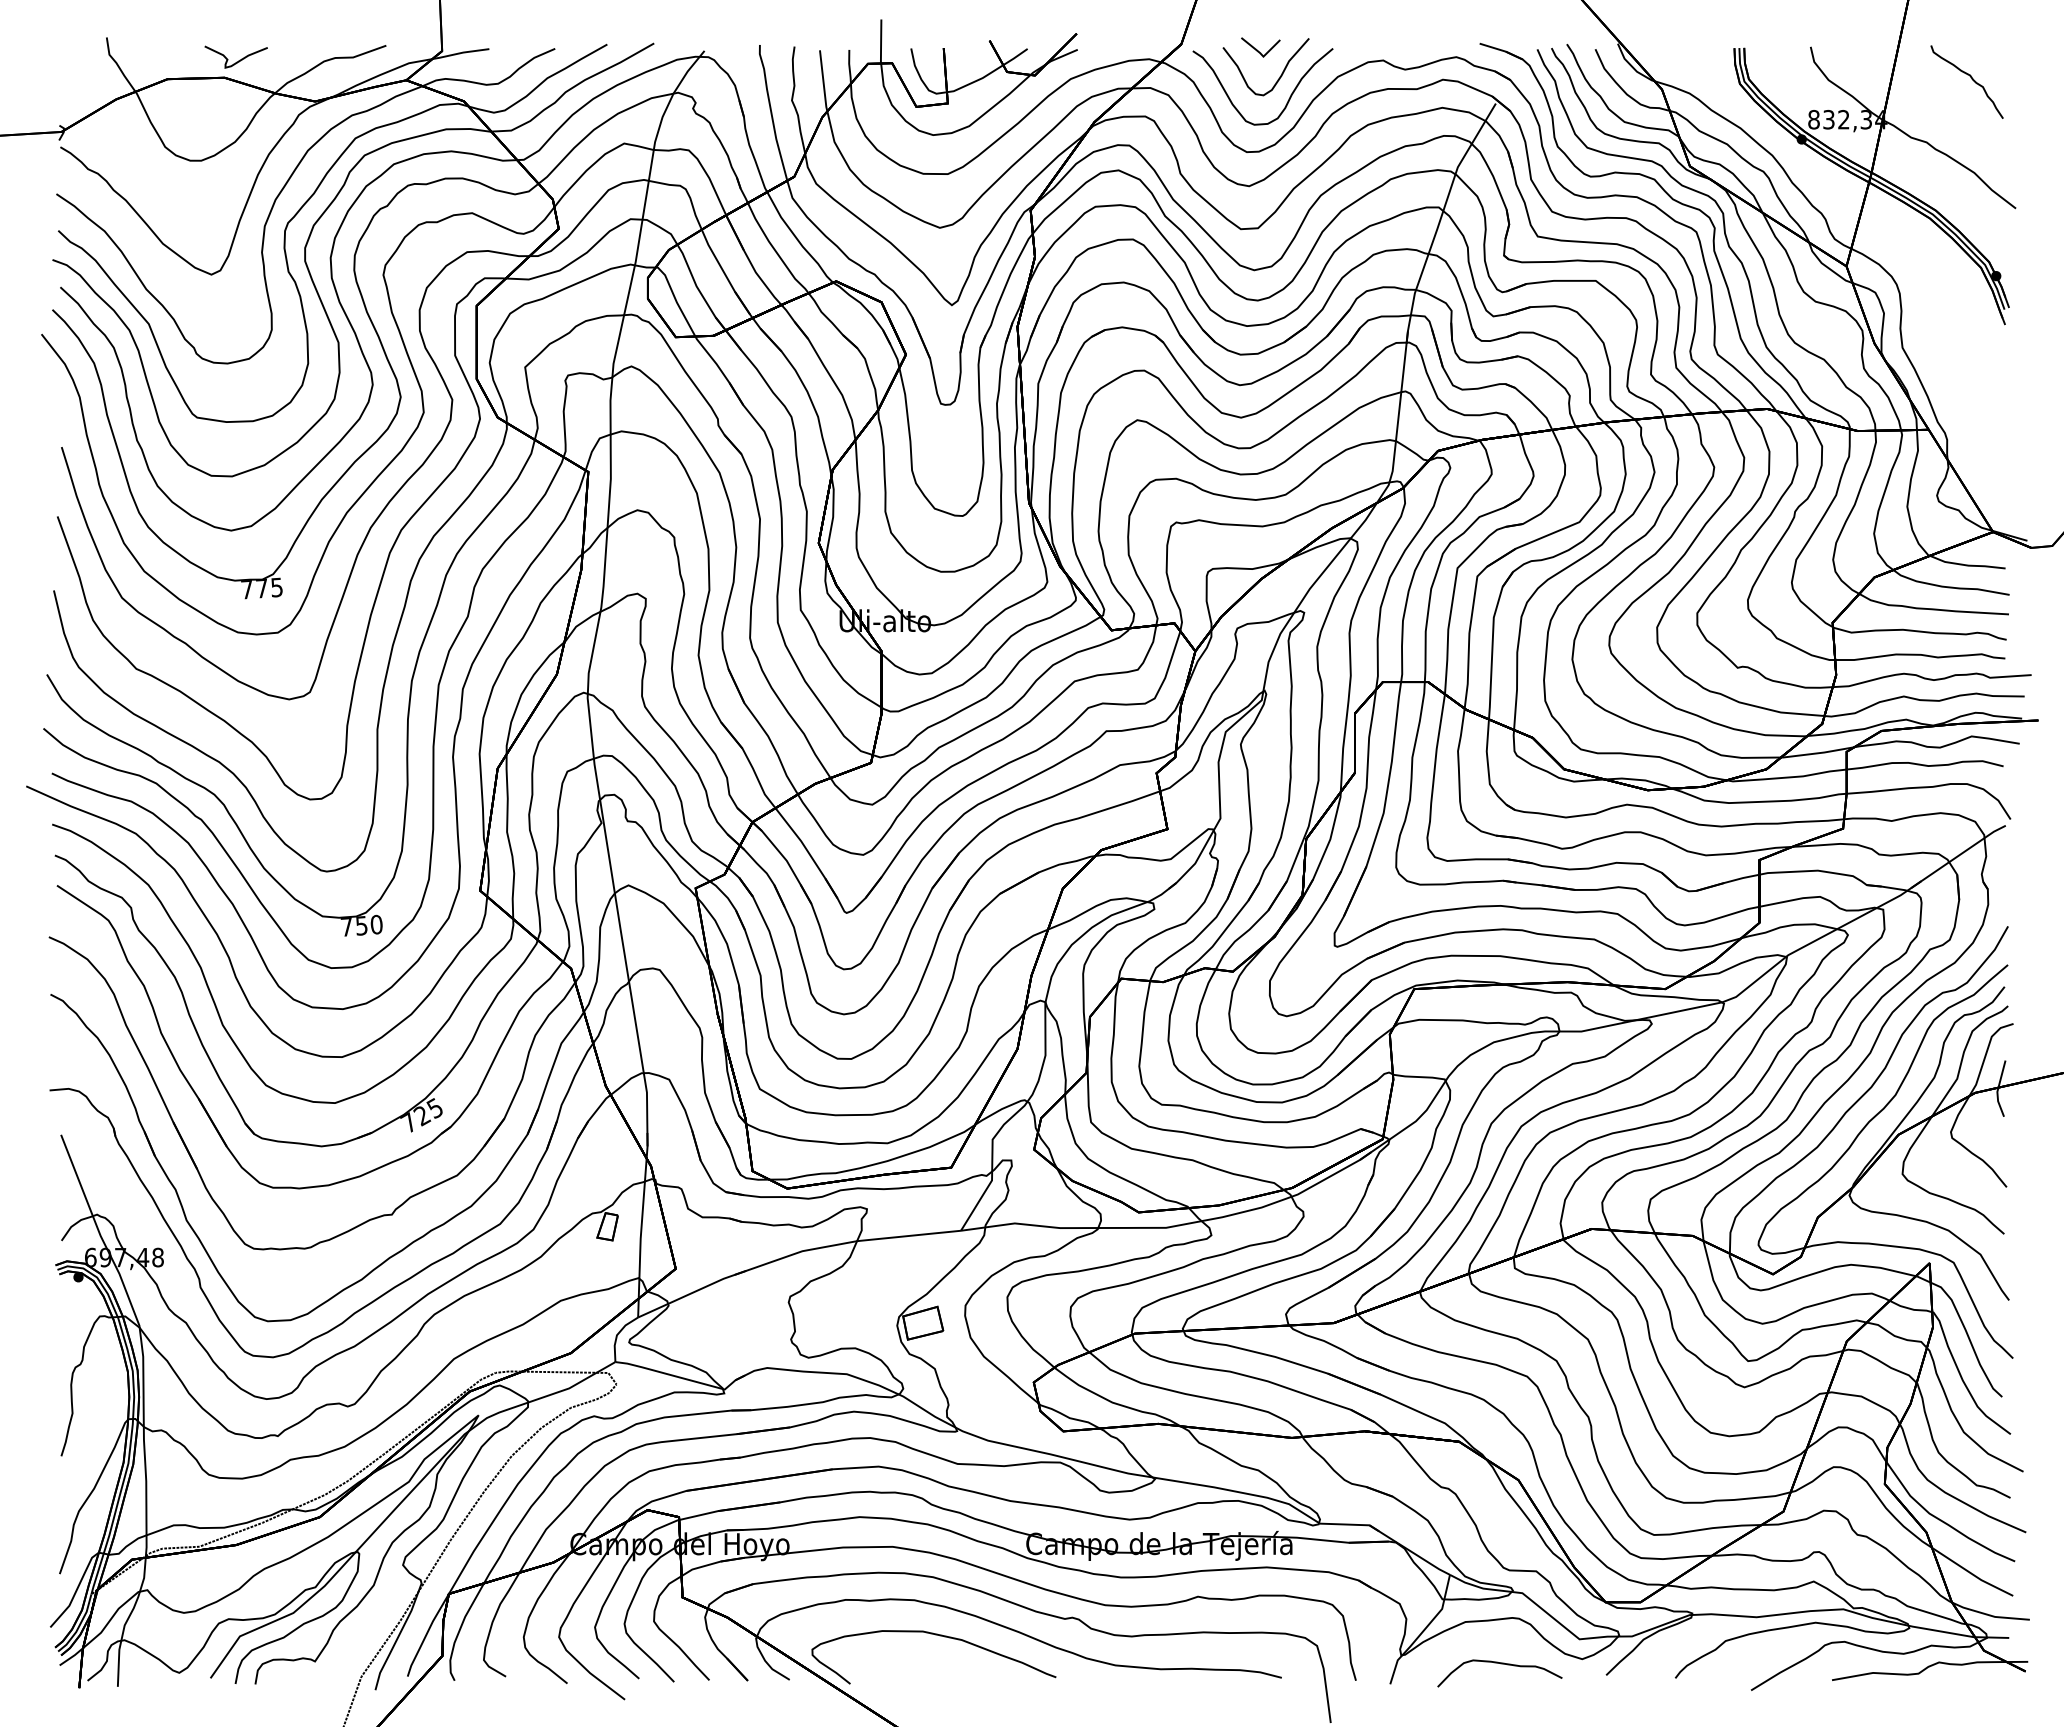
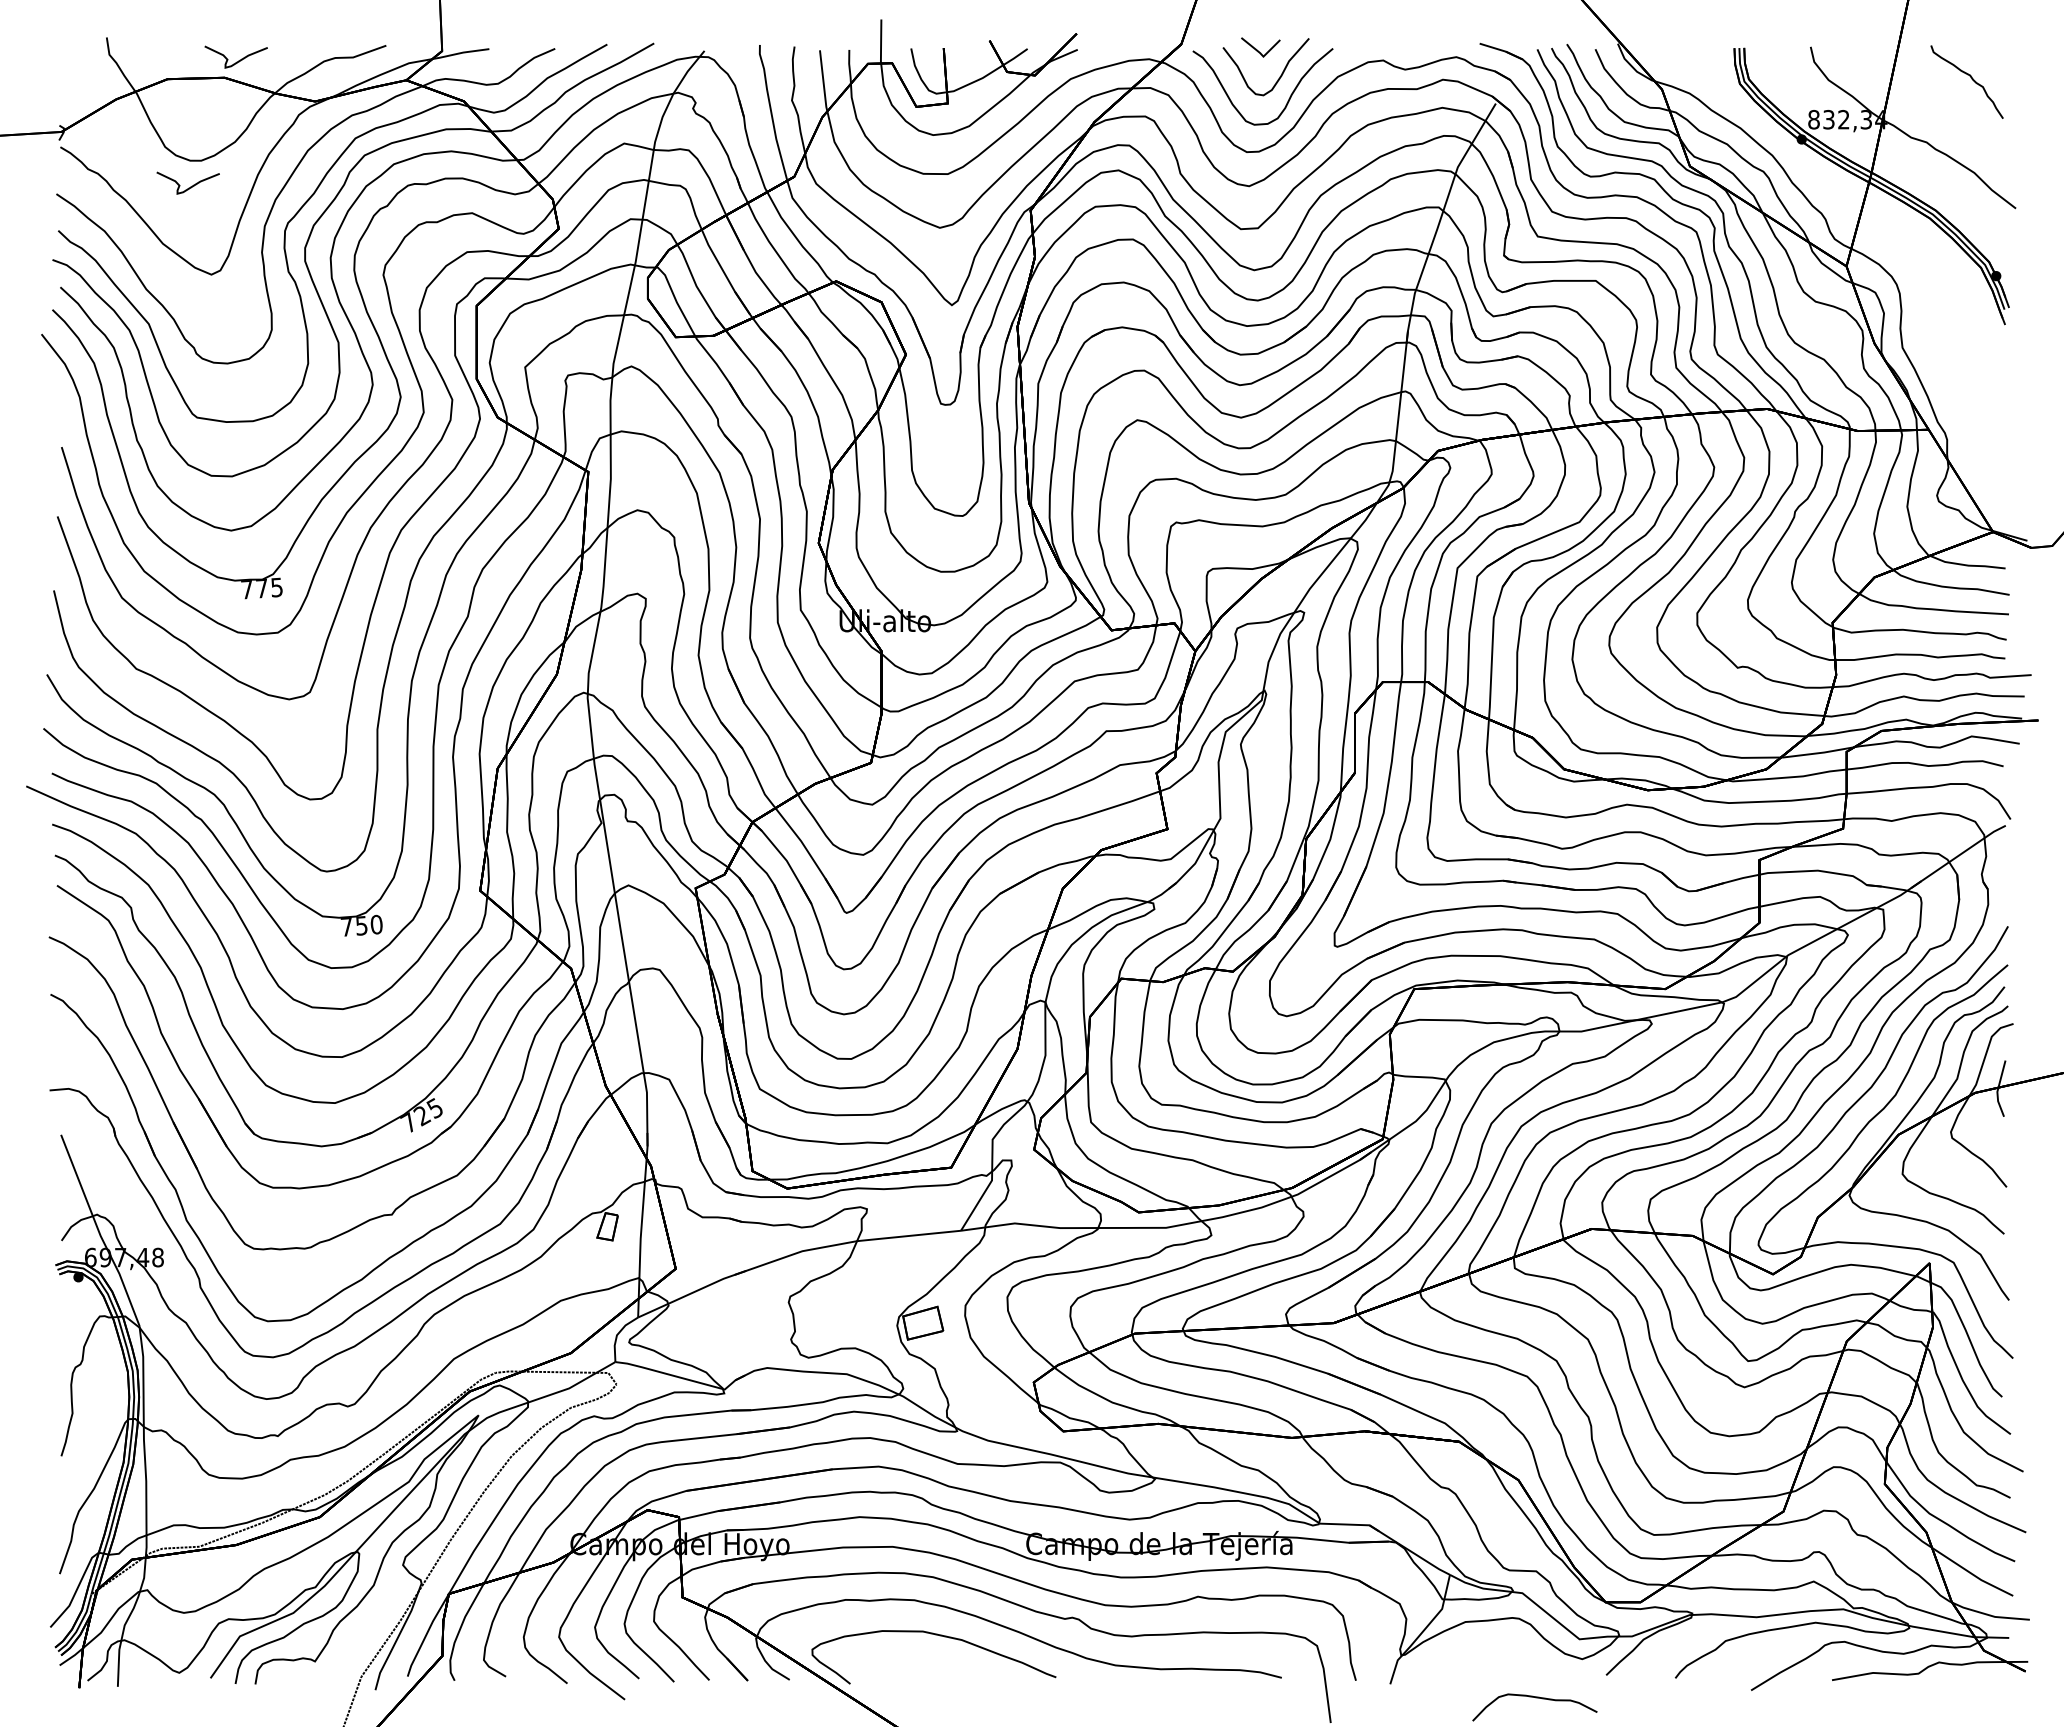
part at (187, 182): none -> present
curve at (1500, 1664) position: (1500, 1664) -> (1535, 1698)
